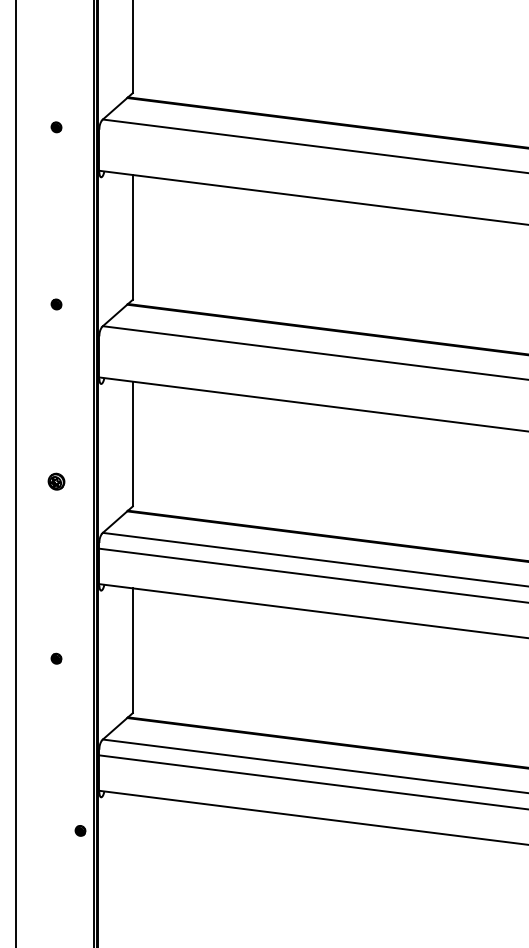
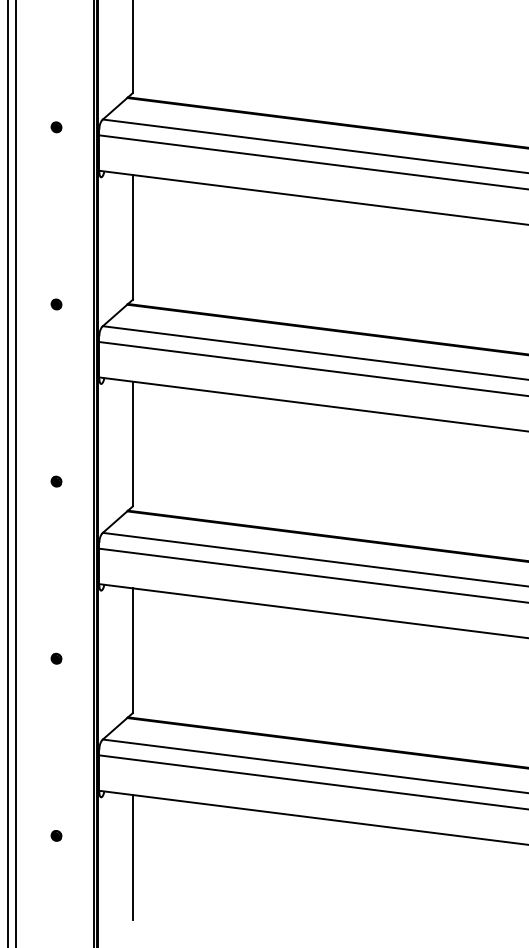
line at (312, 162): none -> present
line at (312, 368): none -> present
line at (7, 473): none -> present
part at (56, 481) size: 19x19 px -> 13x13 px
part at (80, 830) position: (80, 830) -> (56, 835)
line at (132, 857): none -> present
